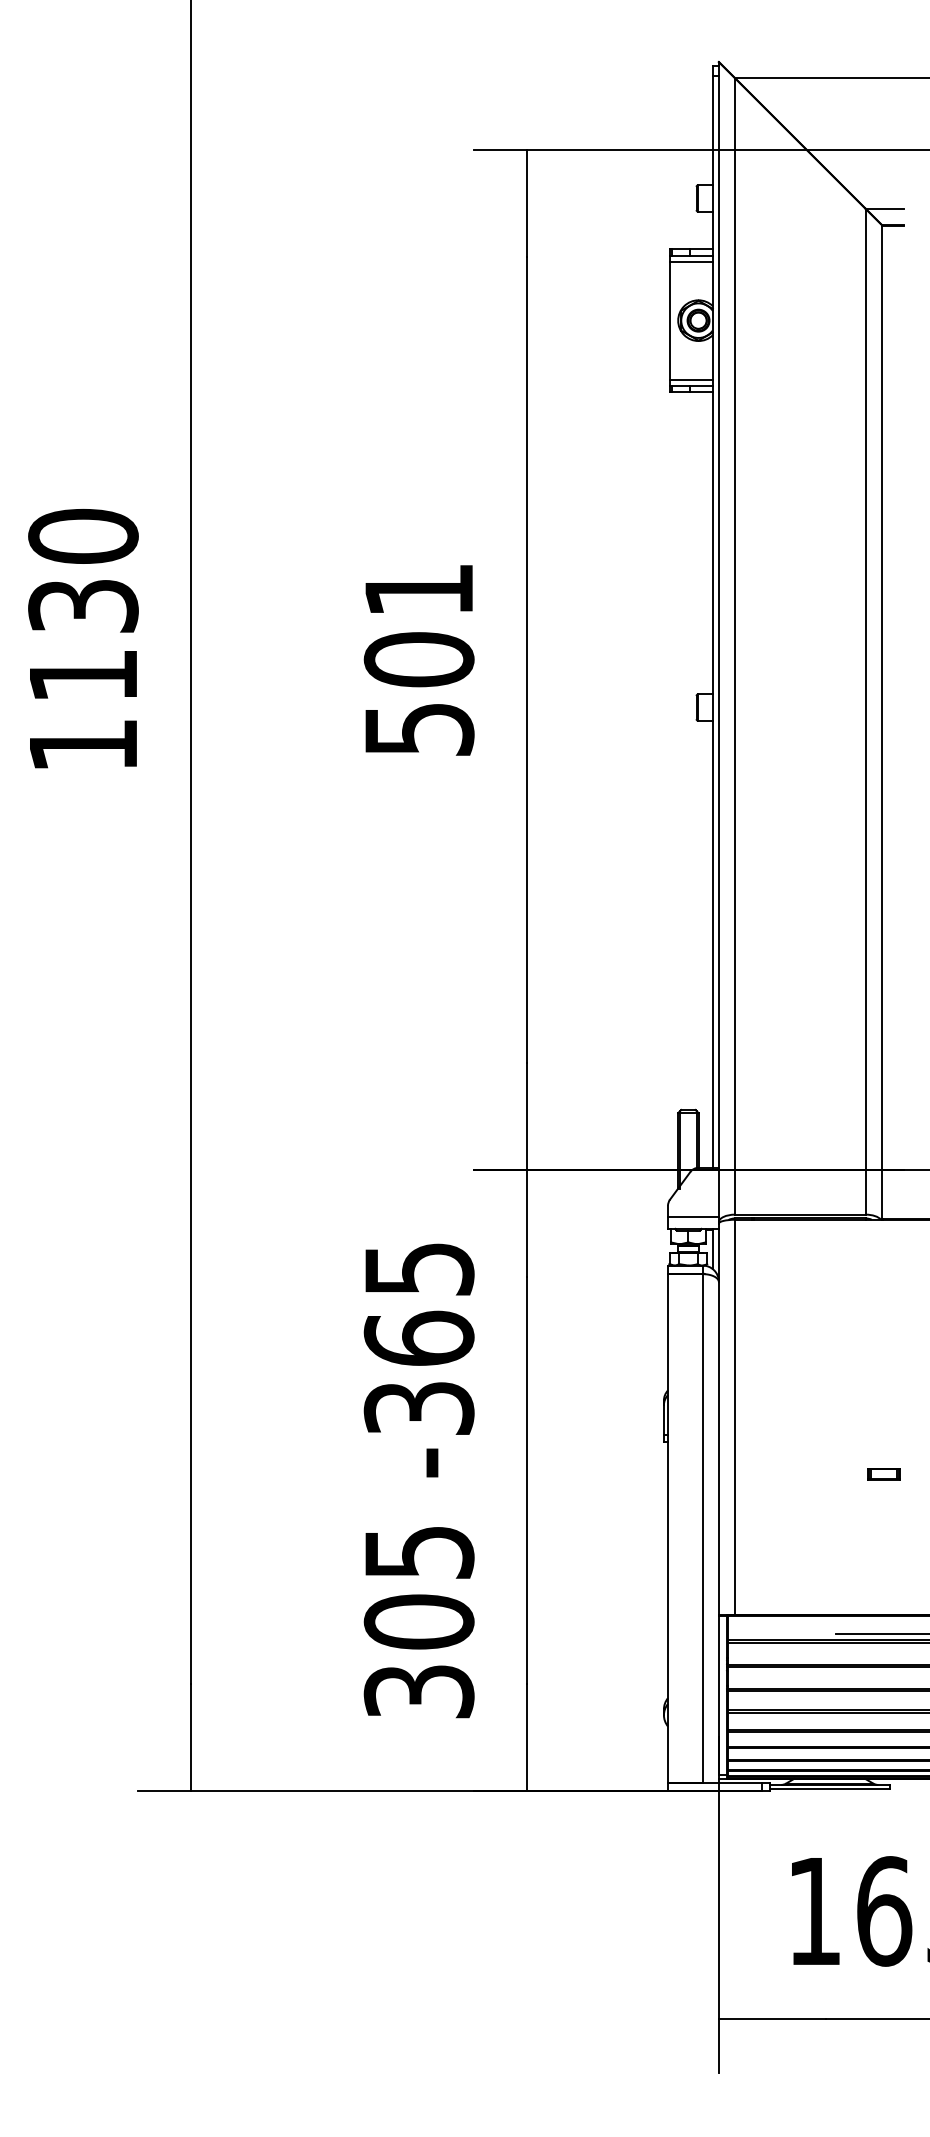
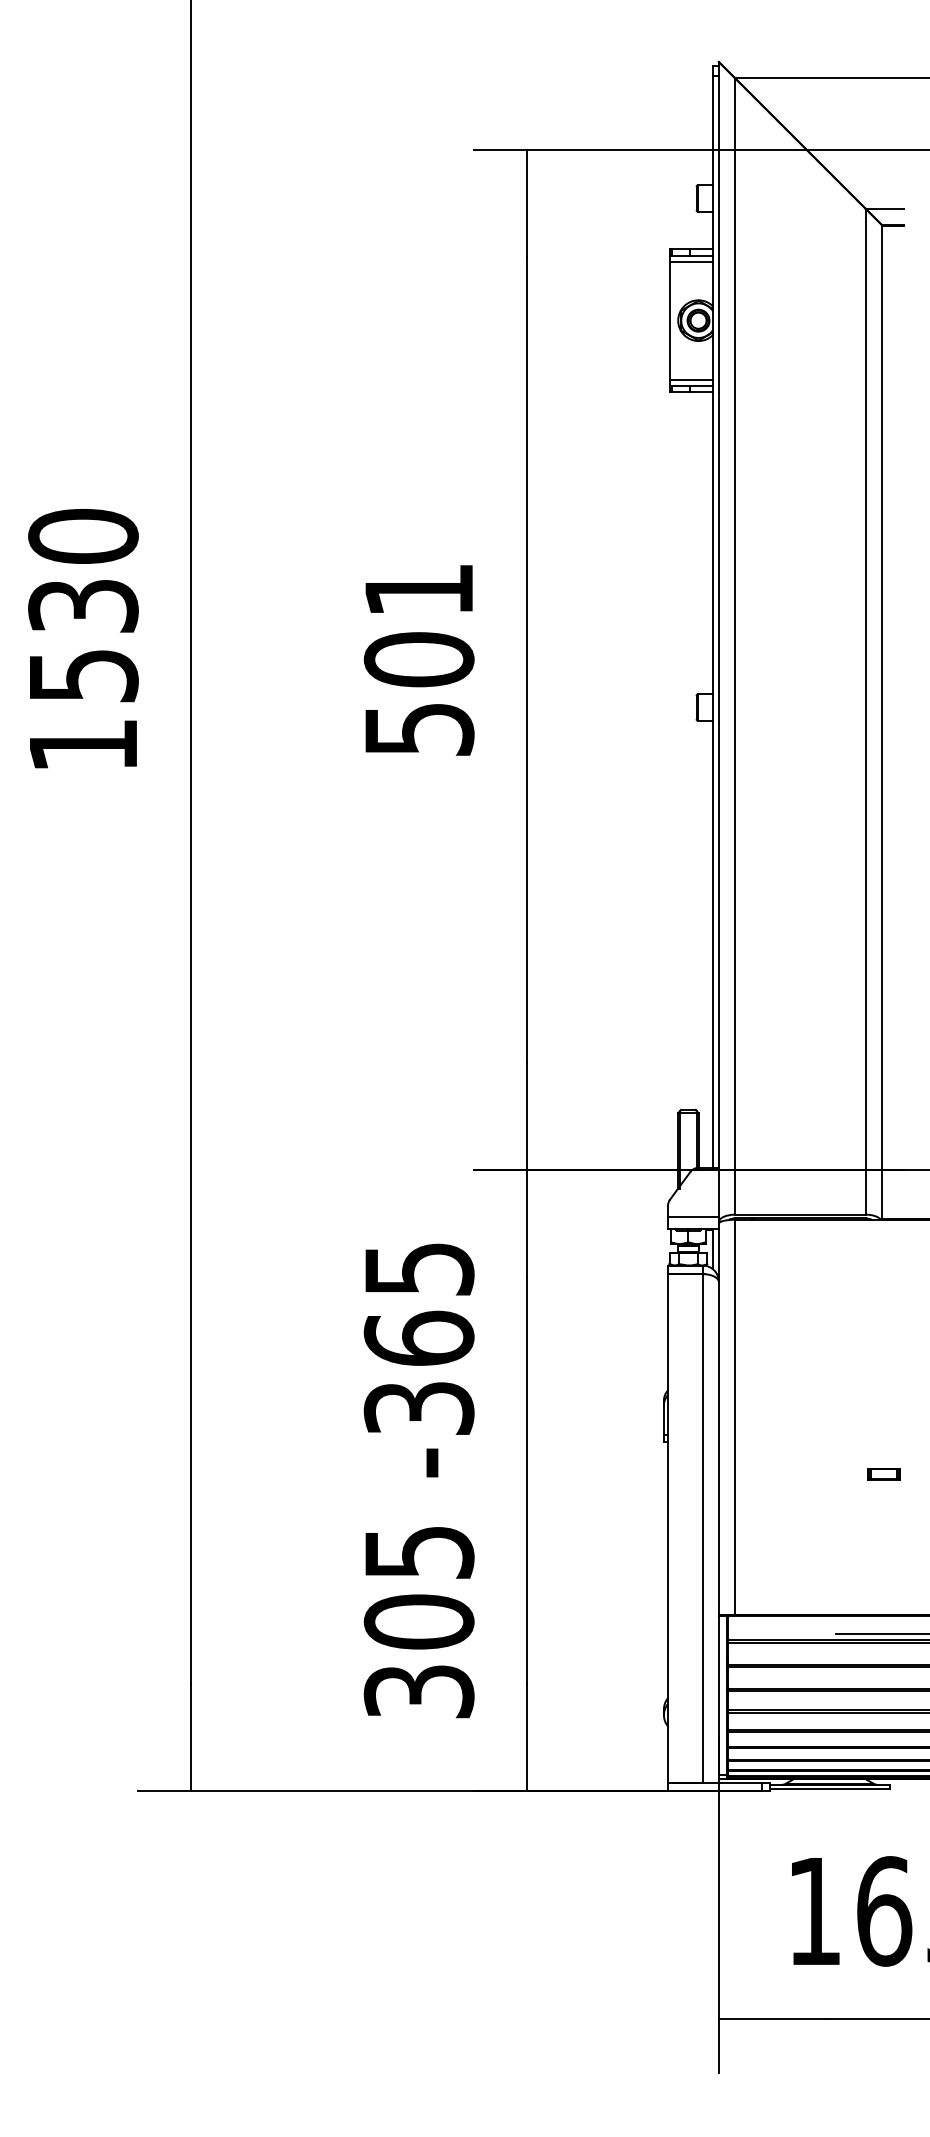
text at (84, 676): 1130 -> 1530
